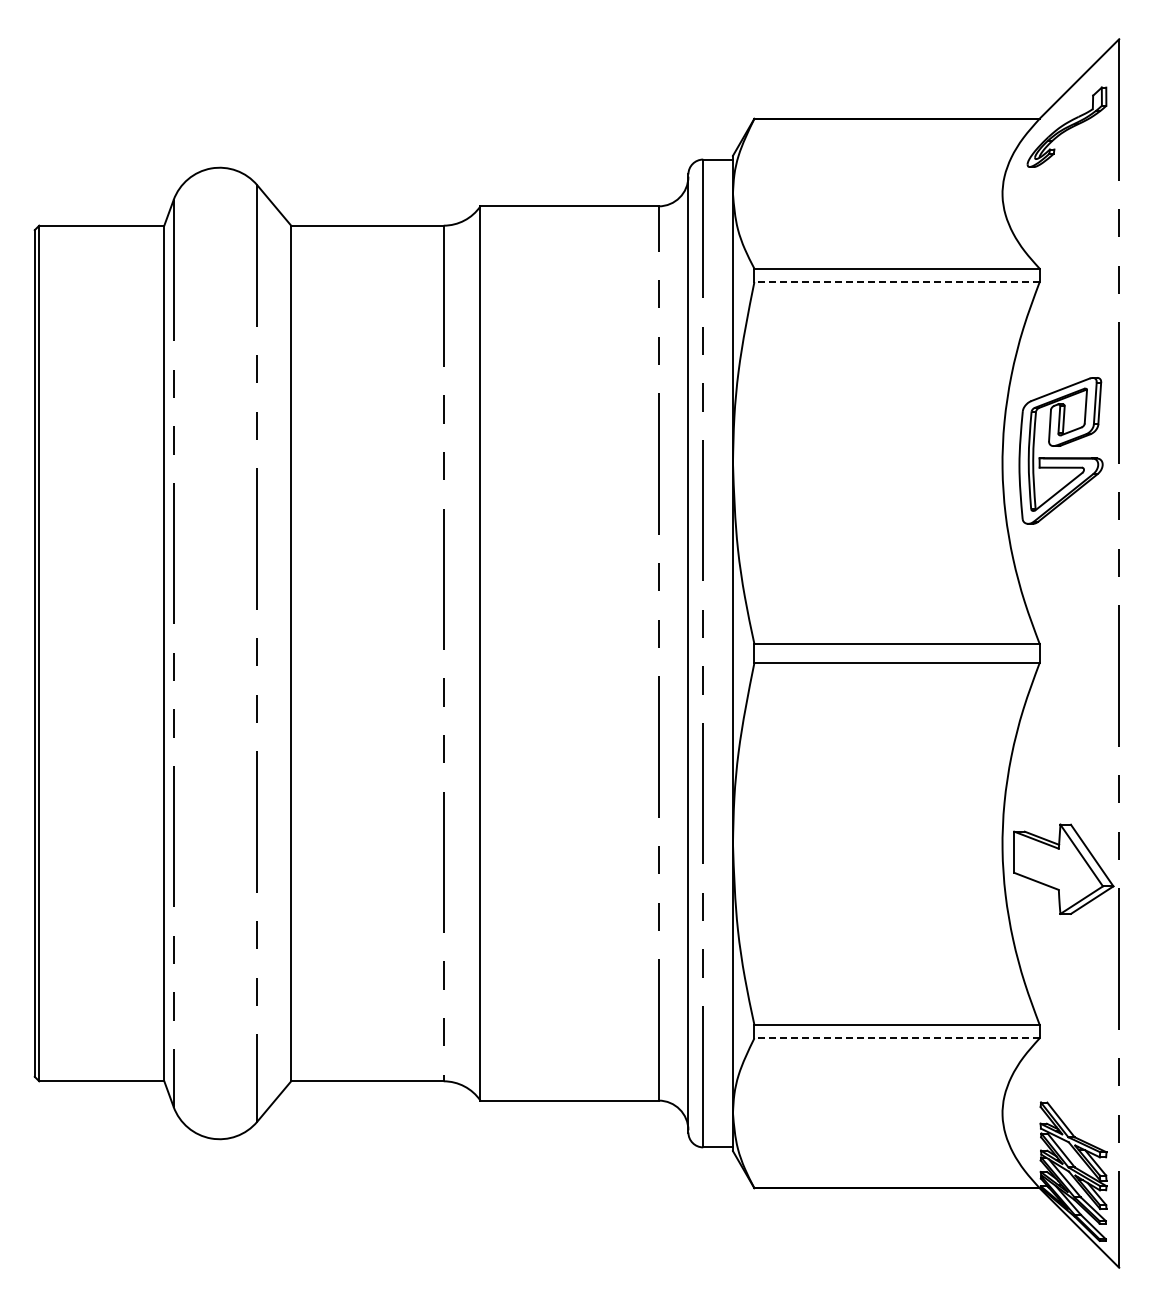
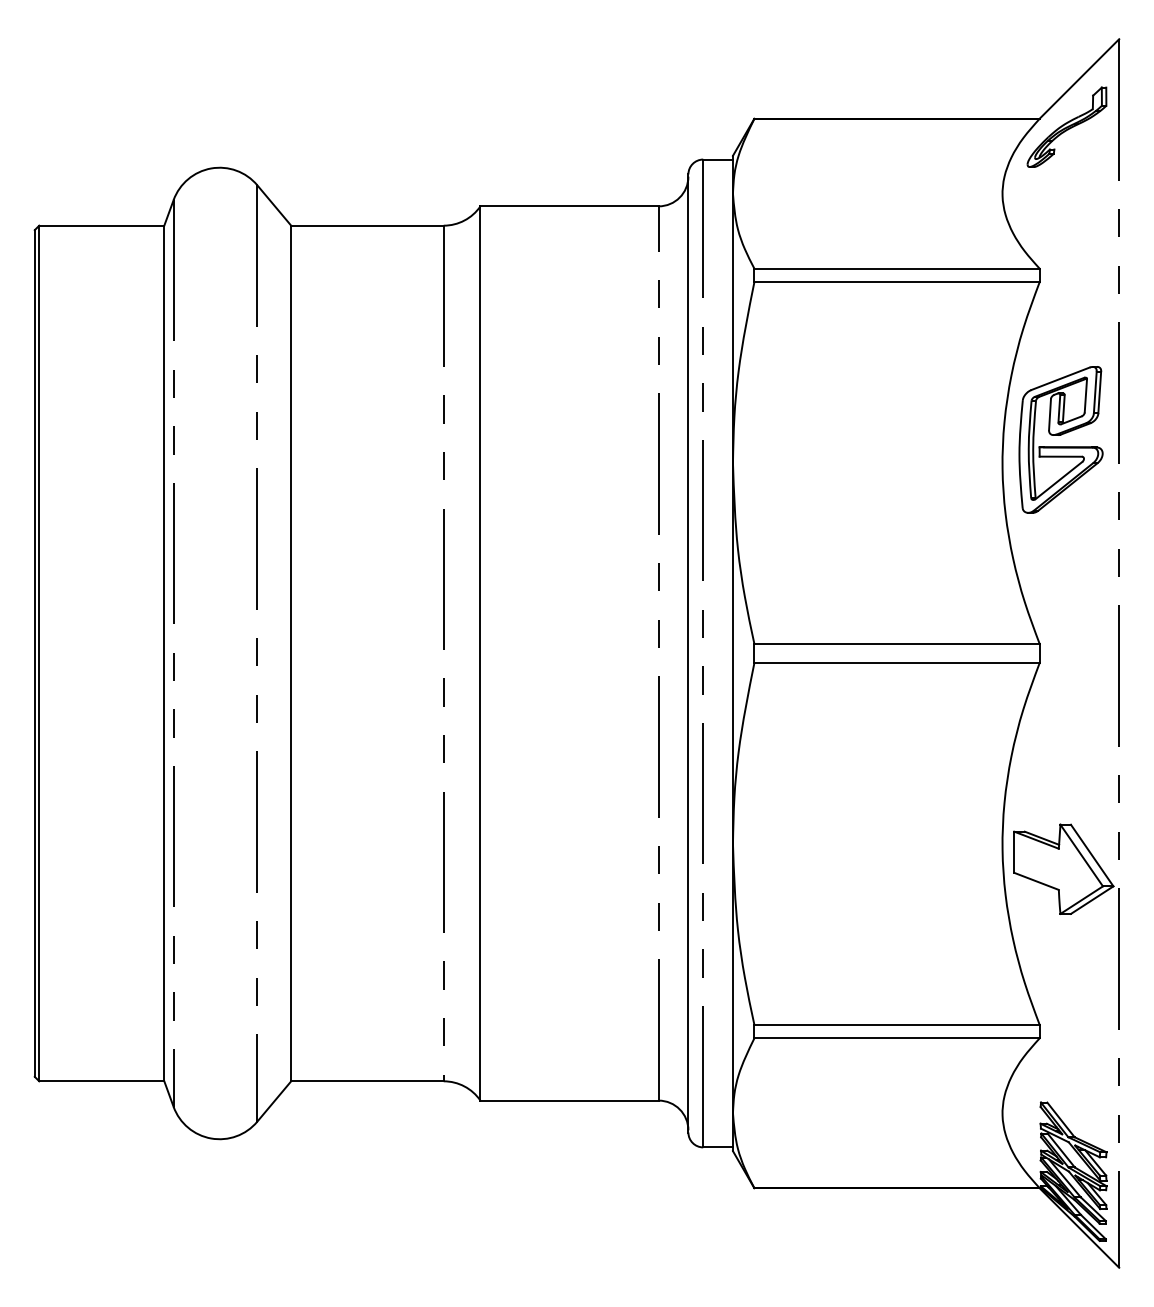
line at (897, 282): dashed -> solid
part at (1060, 450) position: (1060, 450) -> (1060, 439)
line at (897, 1038): dashed -> solid
